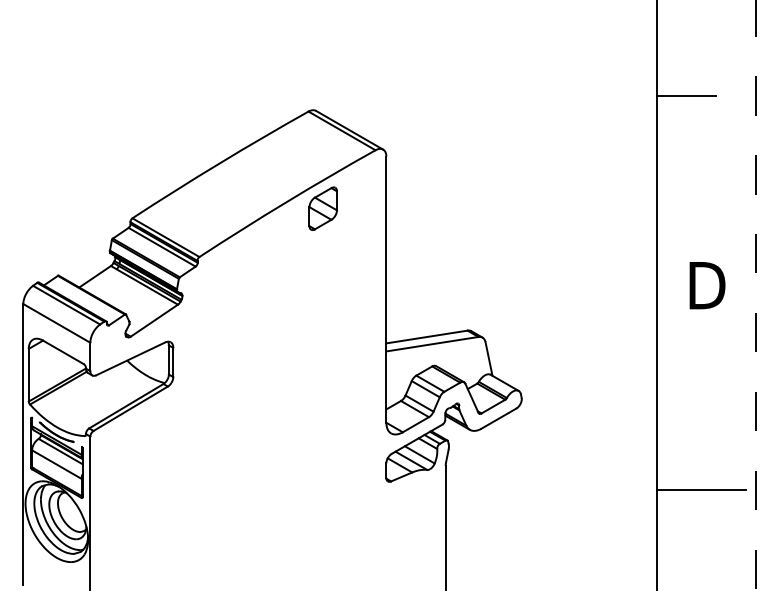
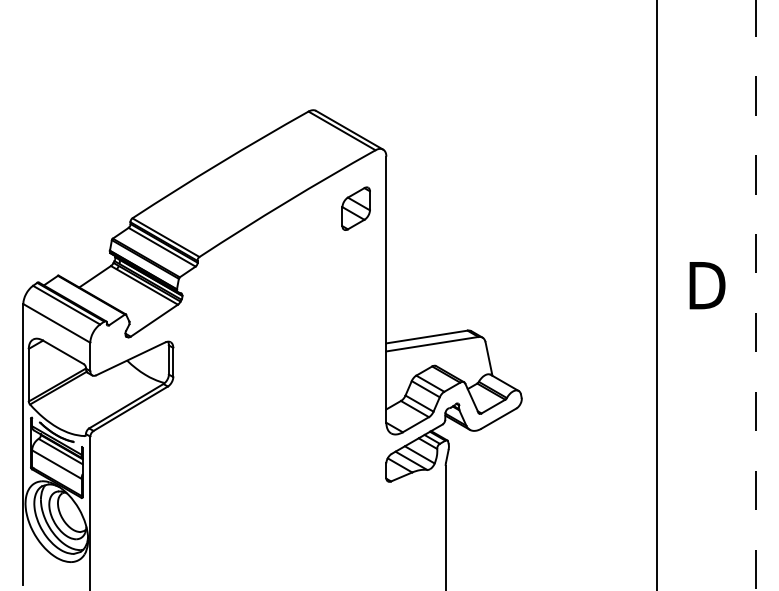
line at (686, 95): present -> none
part at (322, 208) position: (322, 208) -> (355, 208)
line at (700, 490): present -> none
